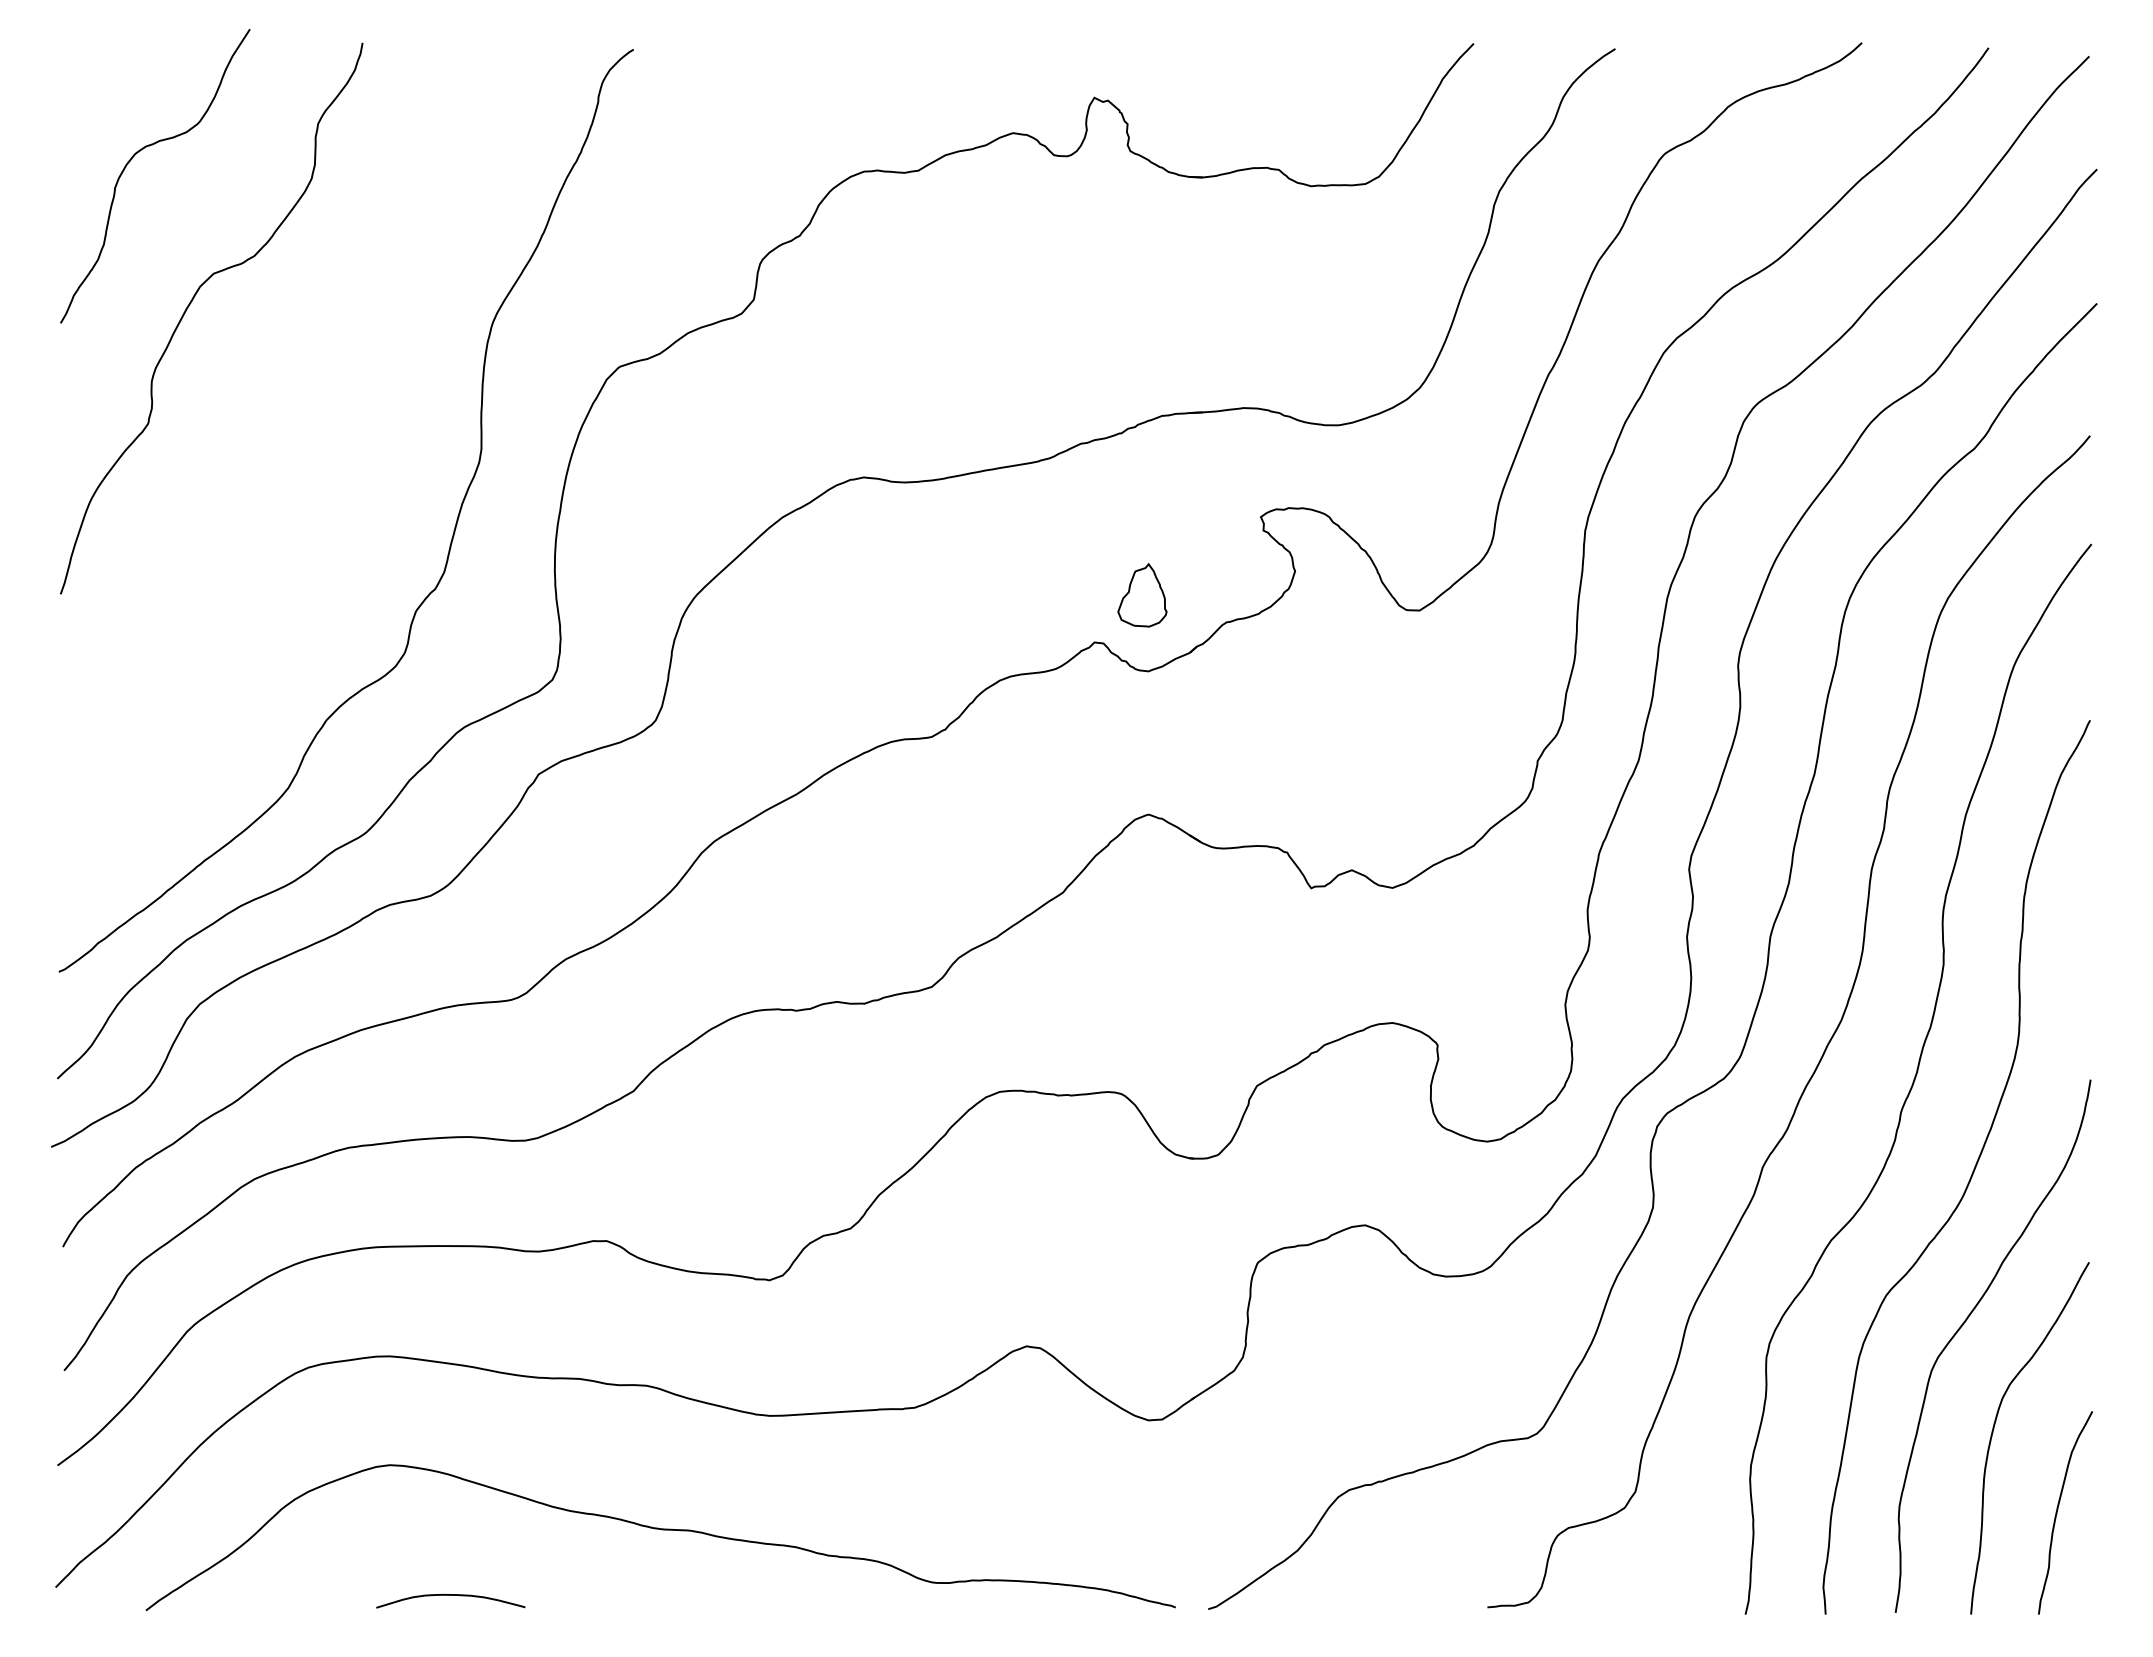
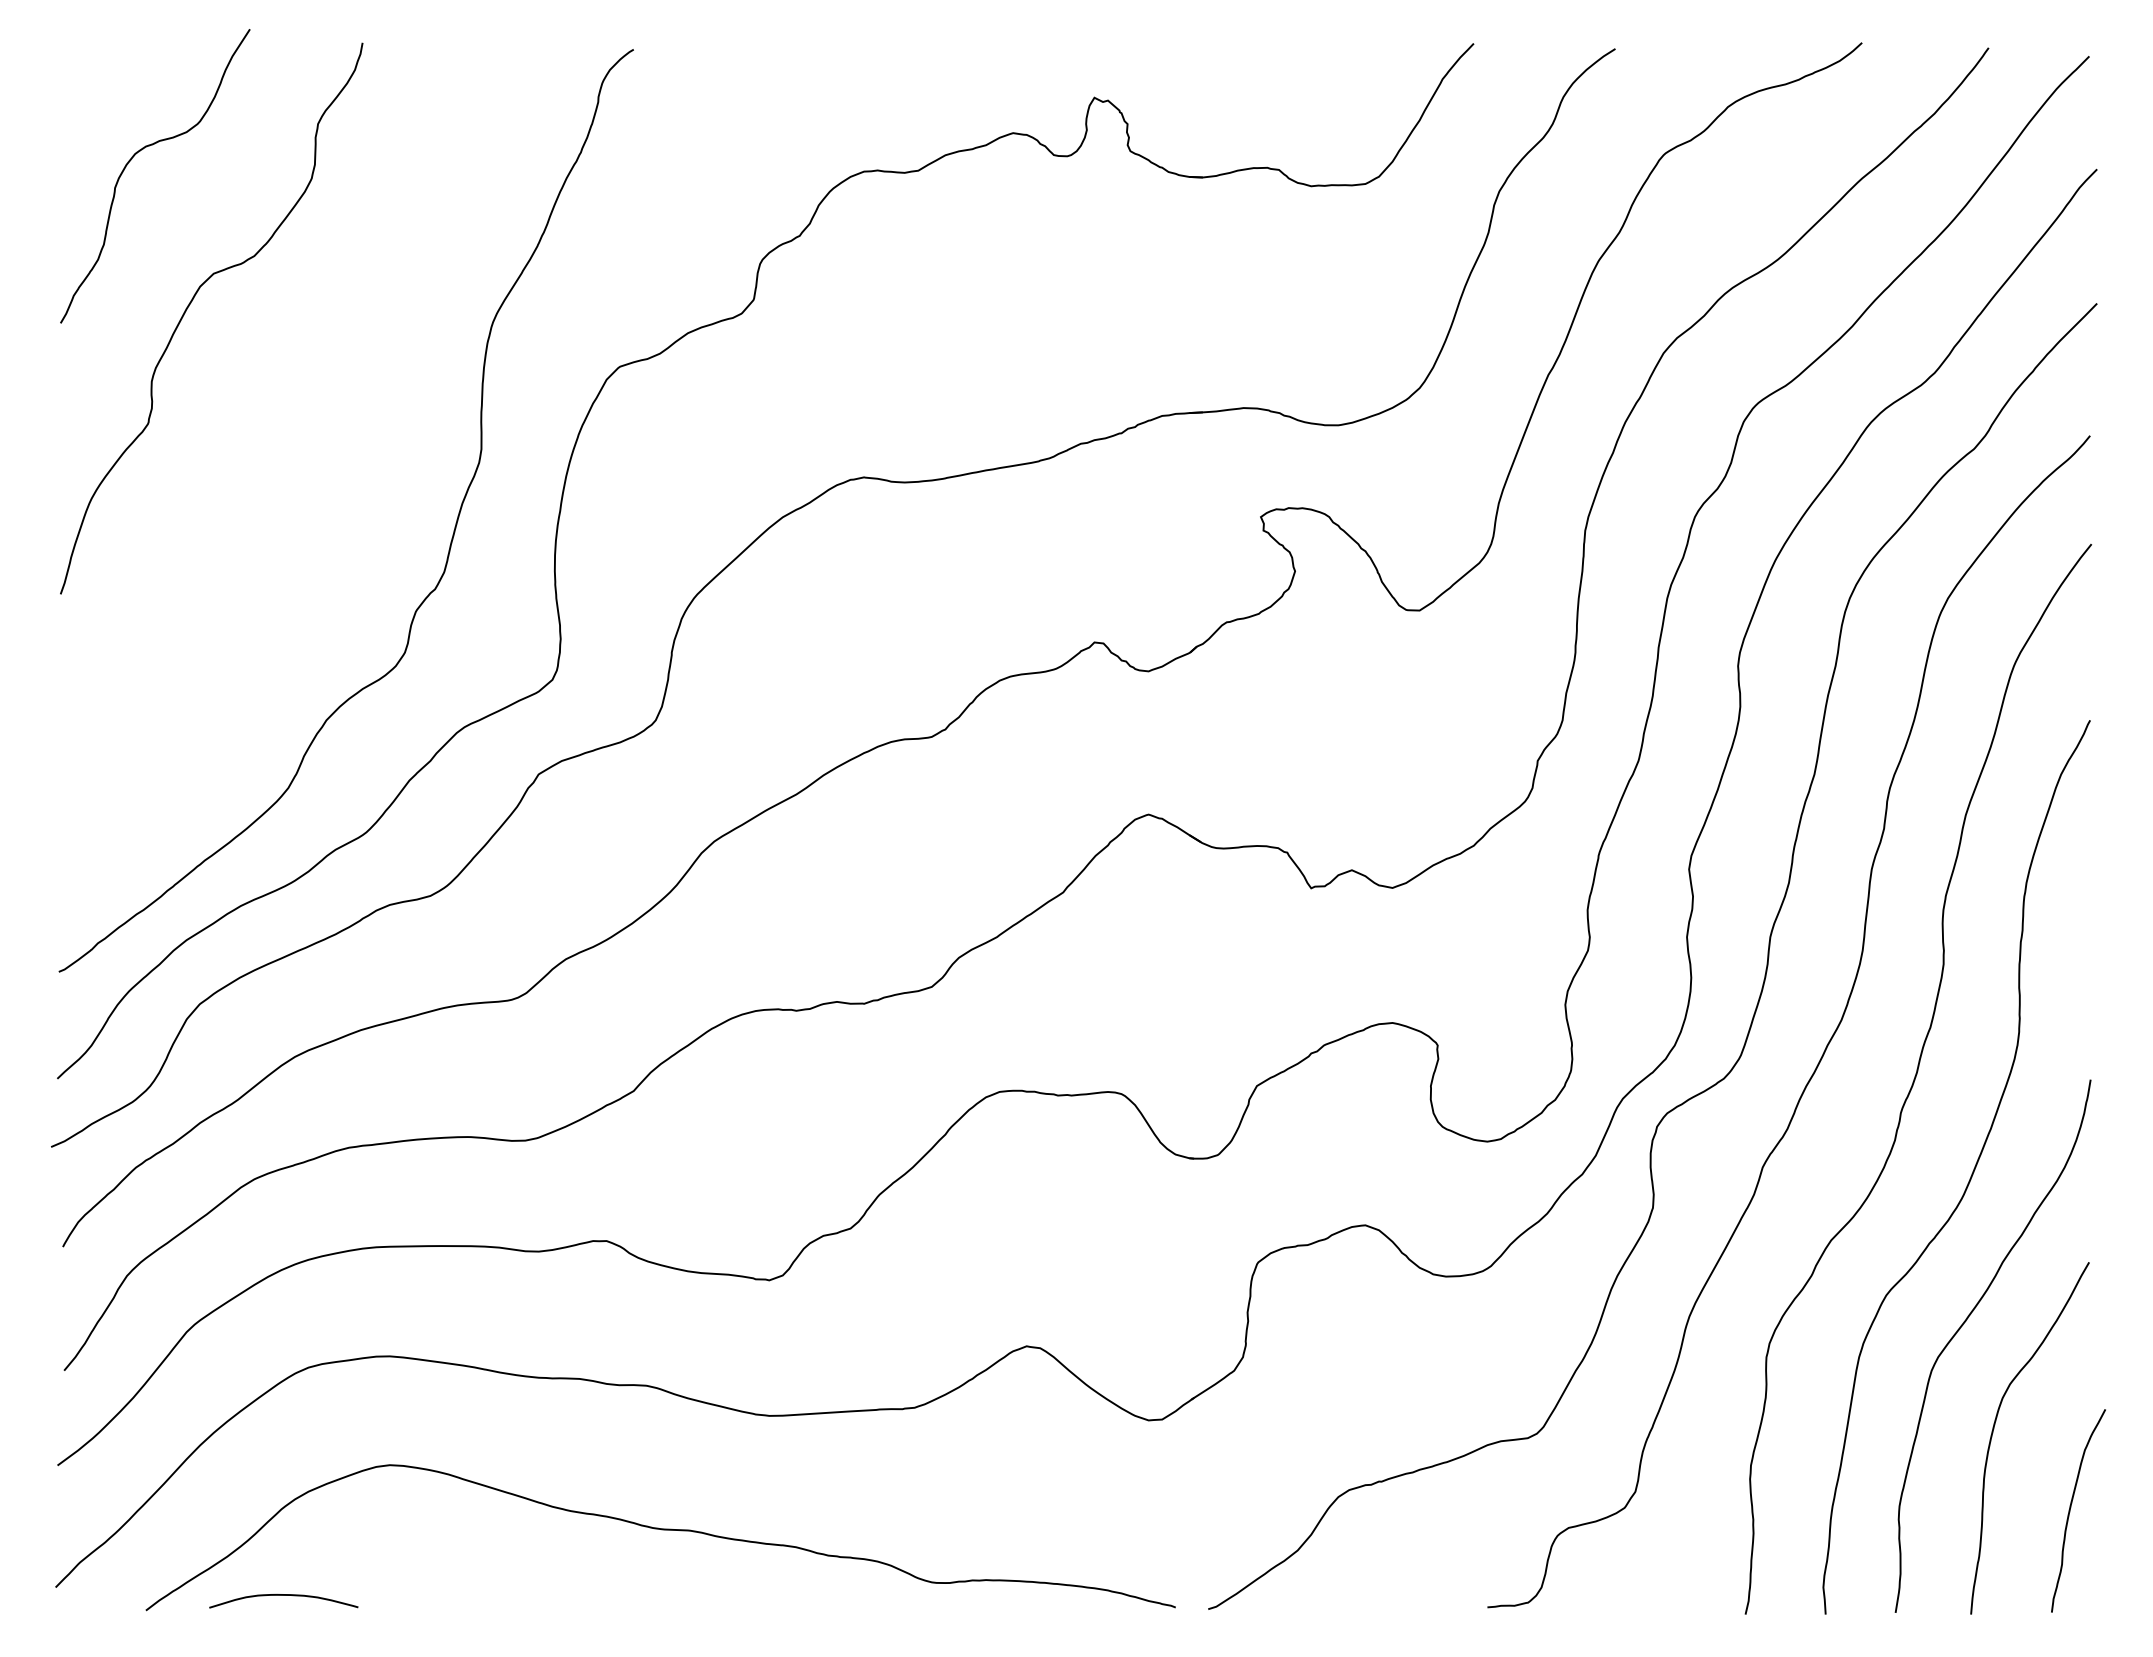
part at (1142, 595): present -> none
curve at (2058, 1509) position: (2058, 1509) -> (2071, 1507)
curve at (450, 1595) position: (450, 1595) -> (283, 1595)
